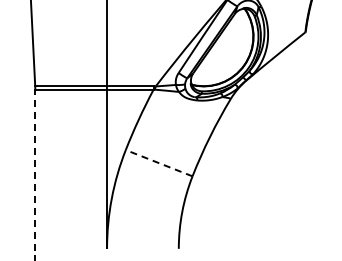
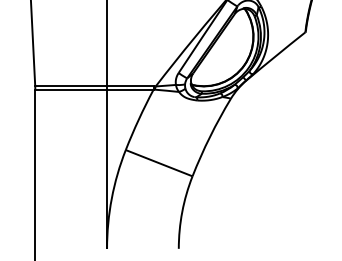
line at (159, 163): dashed -> solid
line at (35, 174): dashed -> solid
